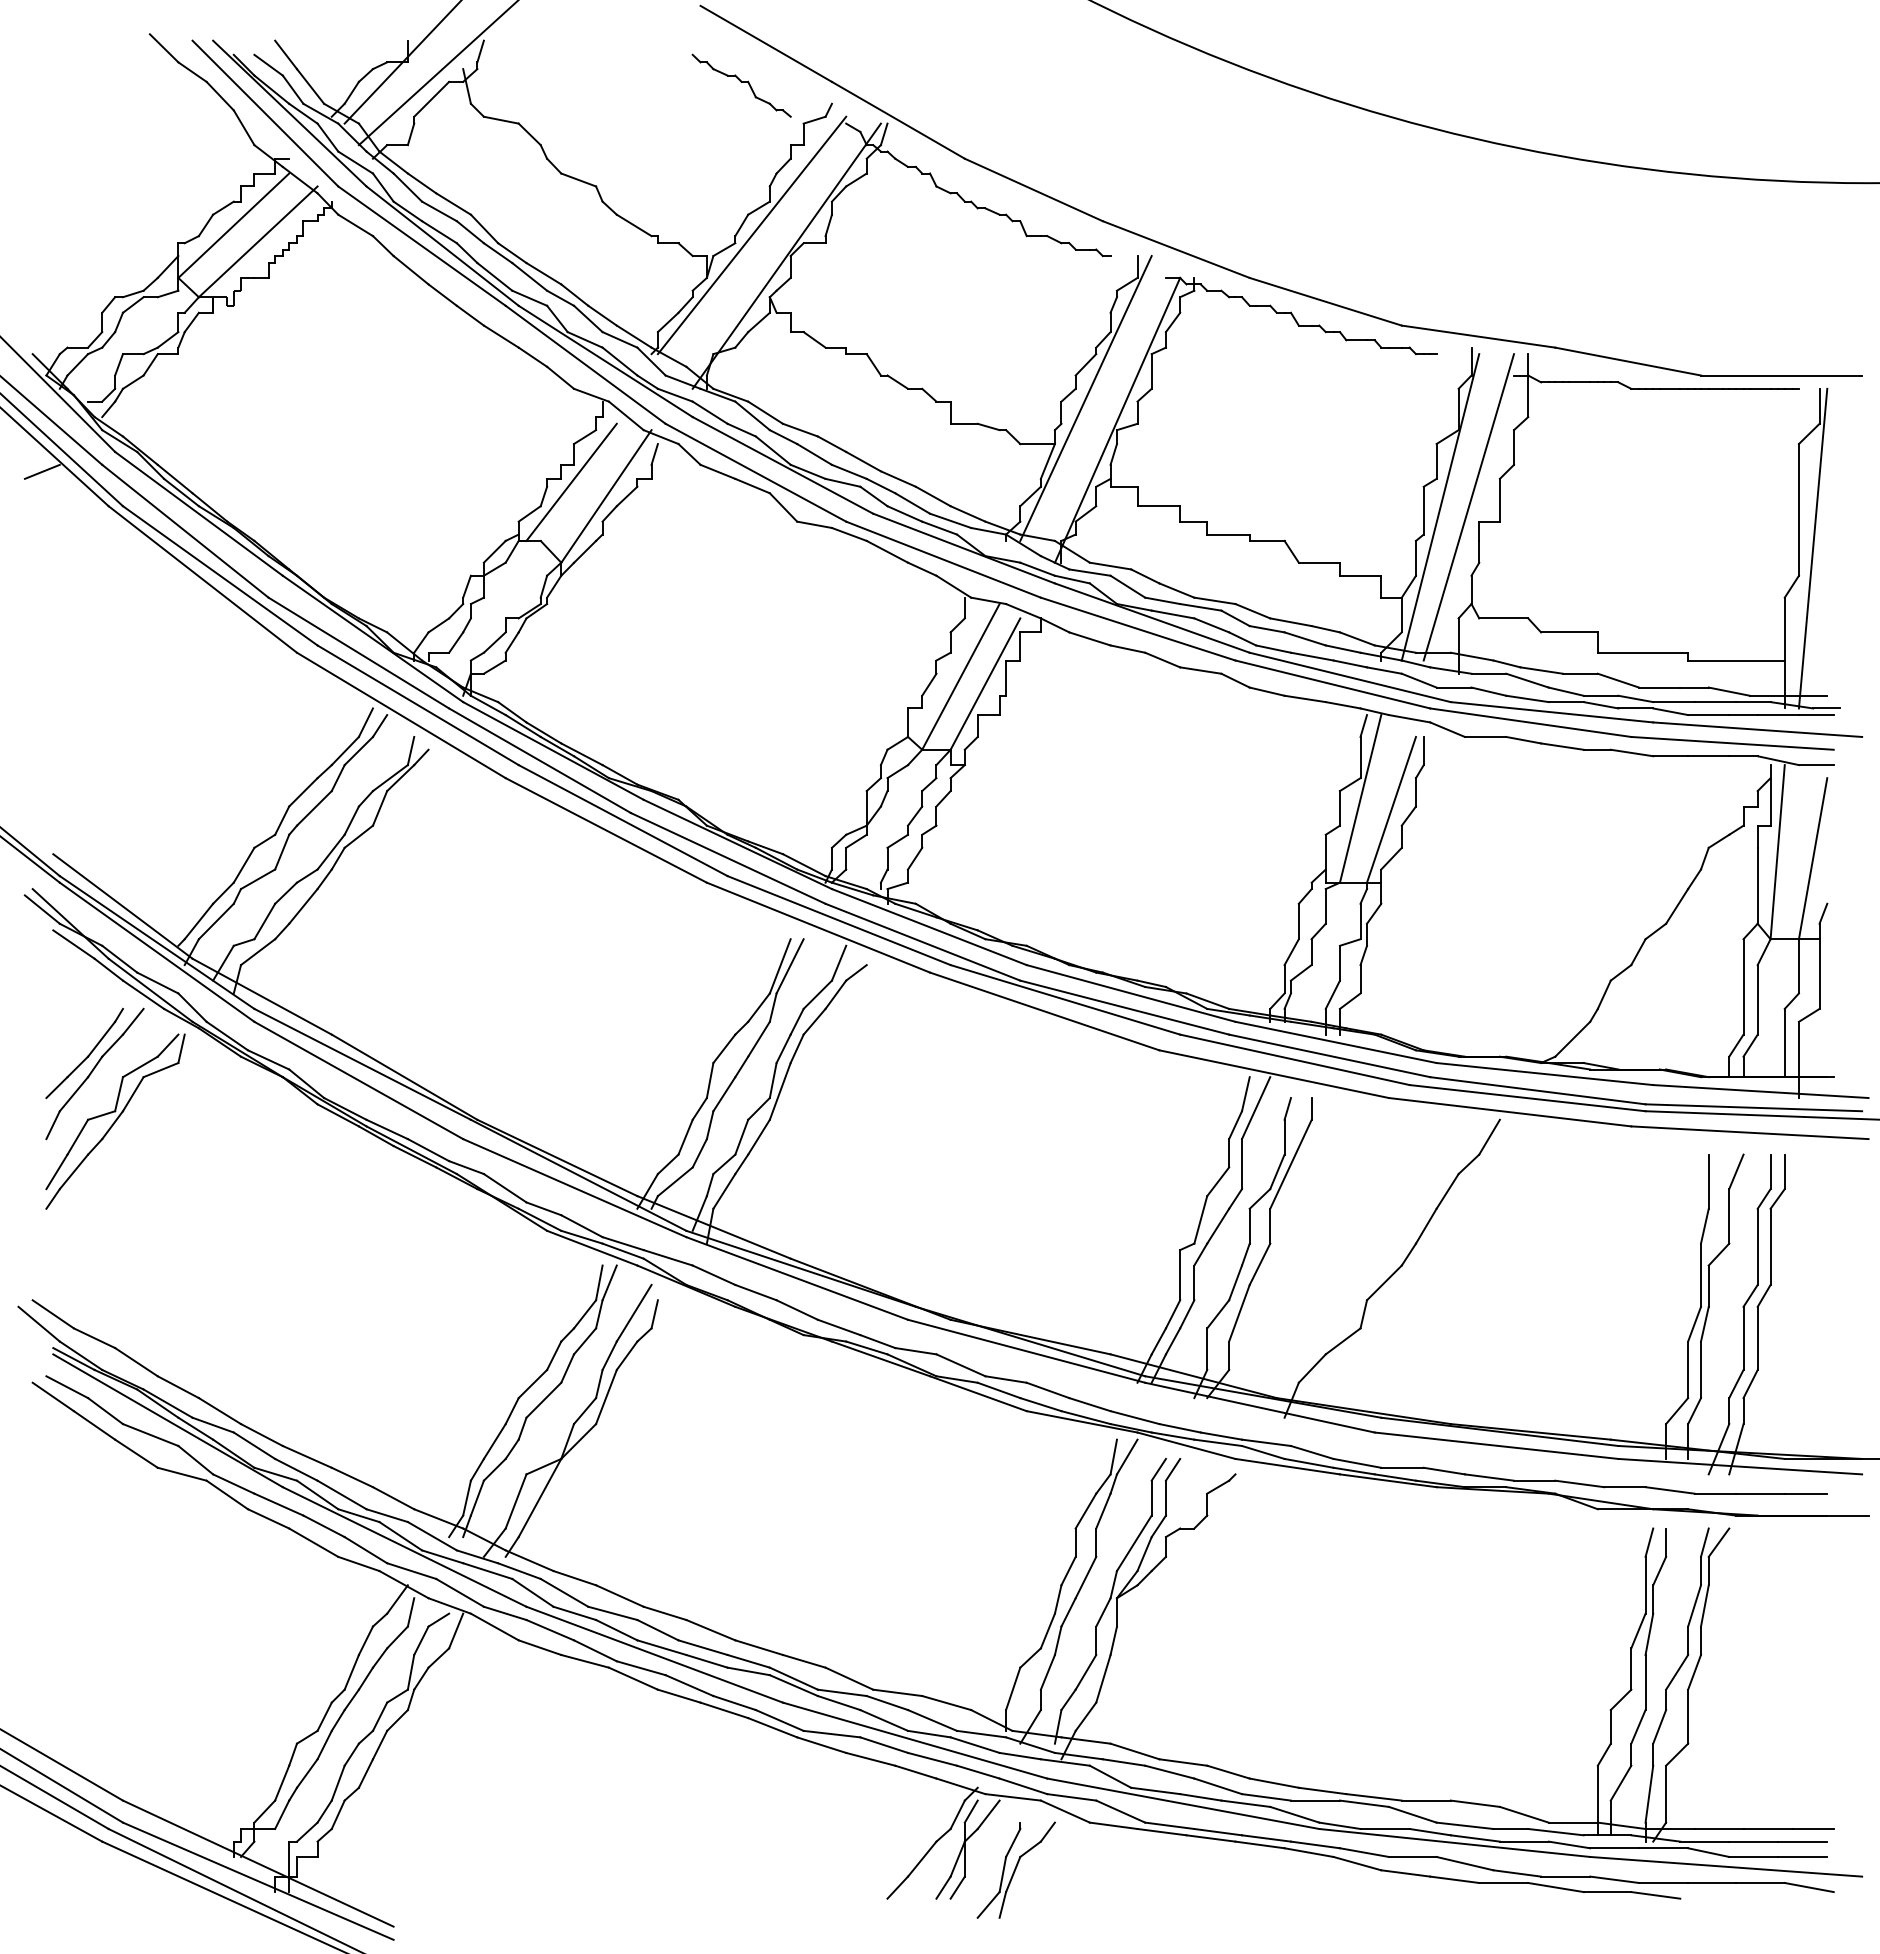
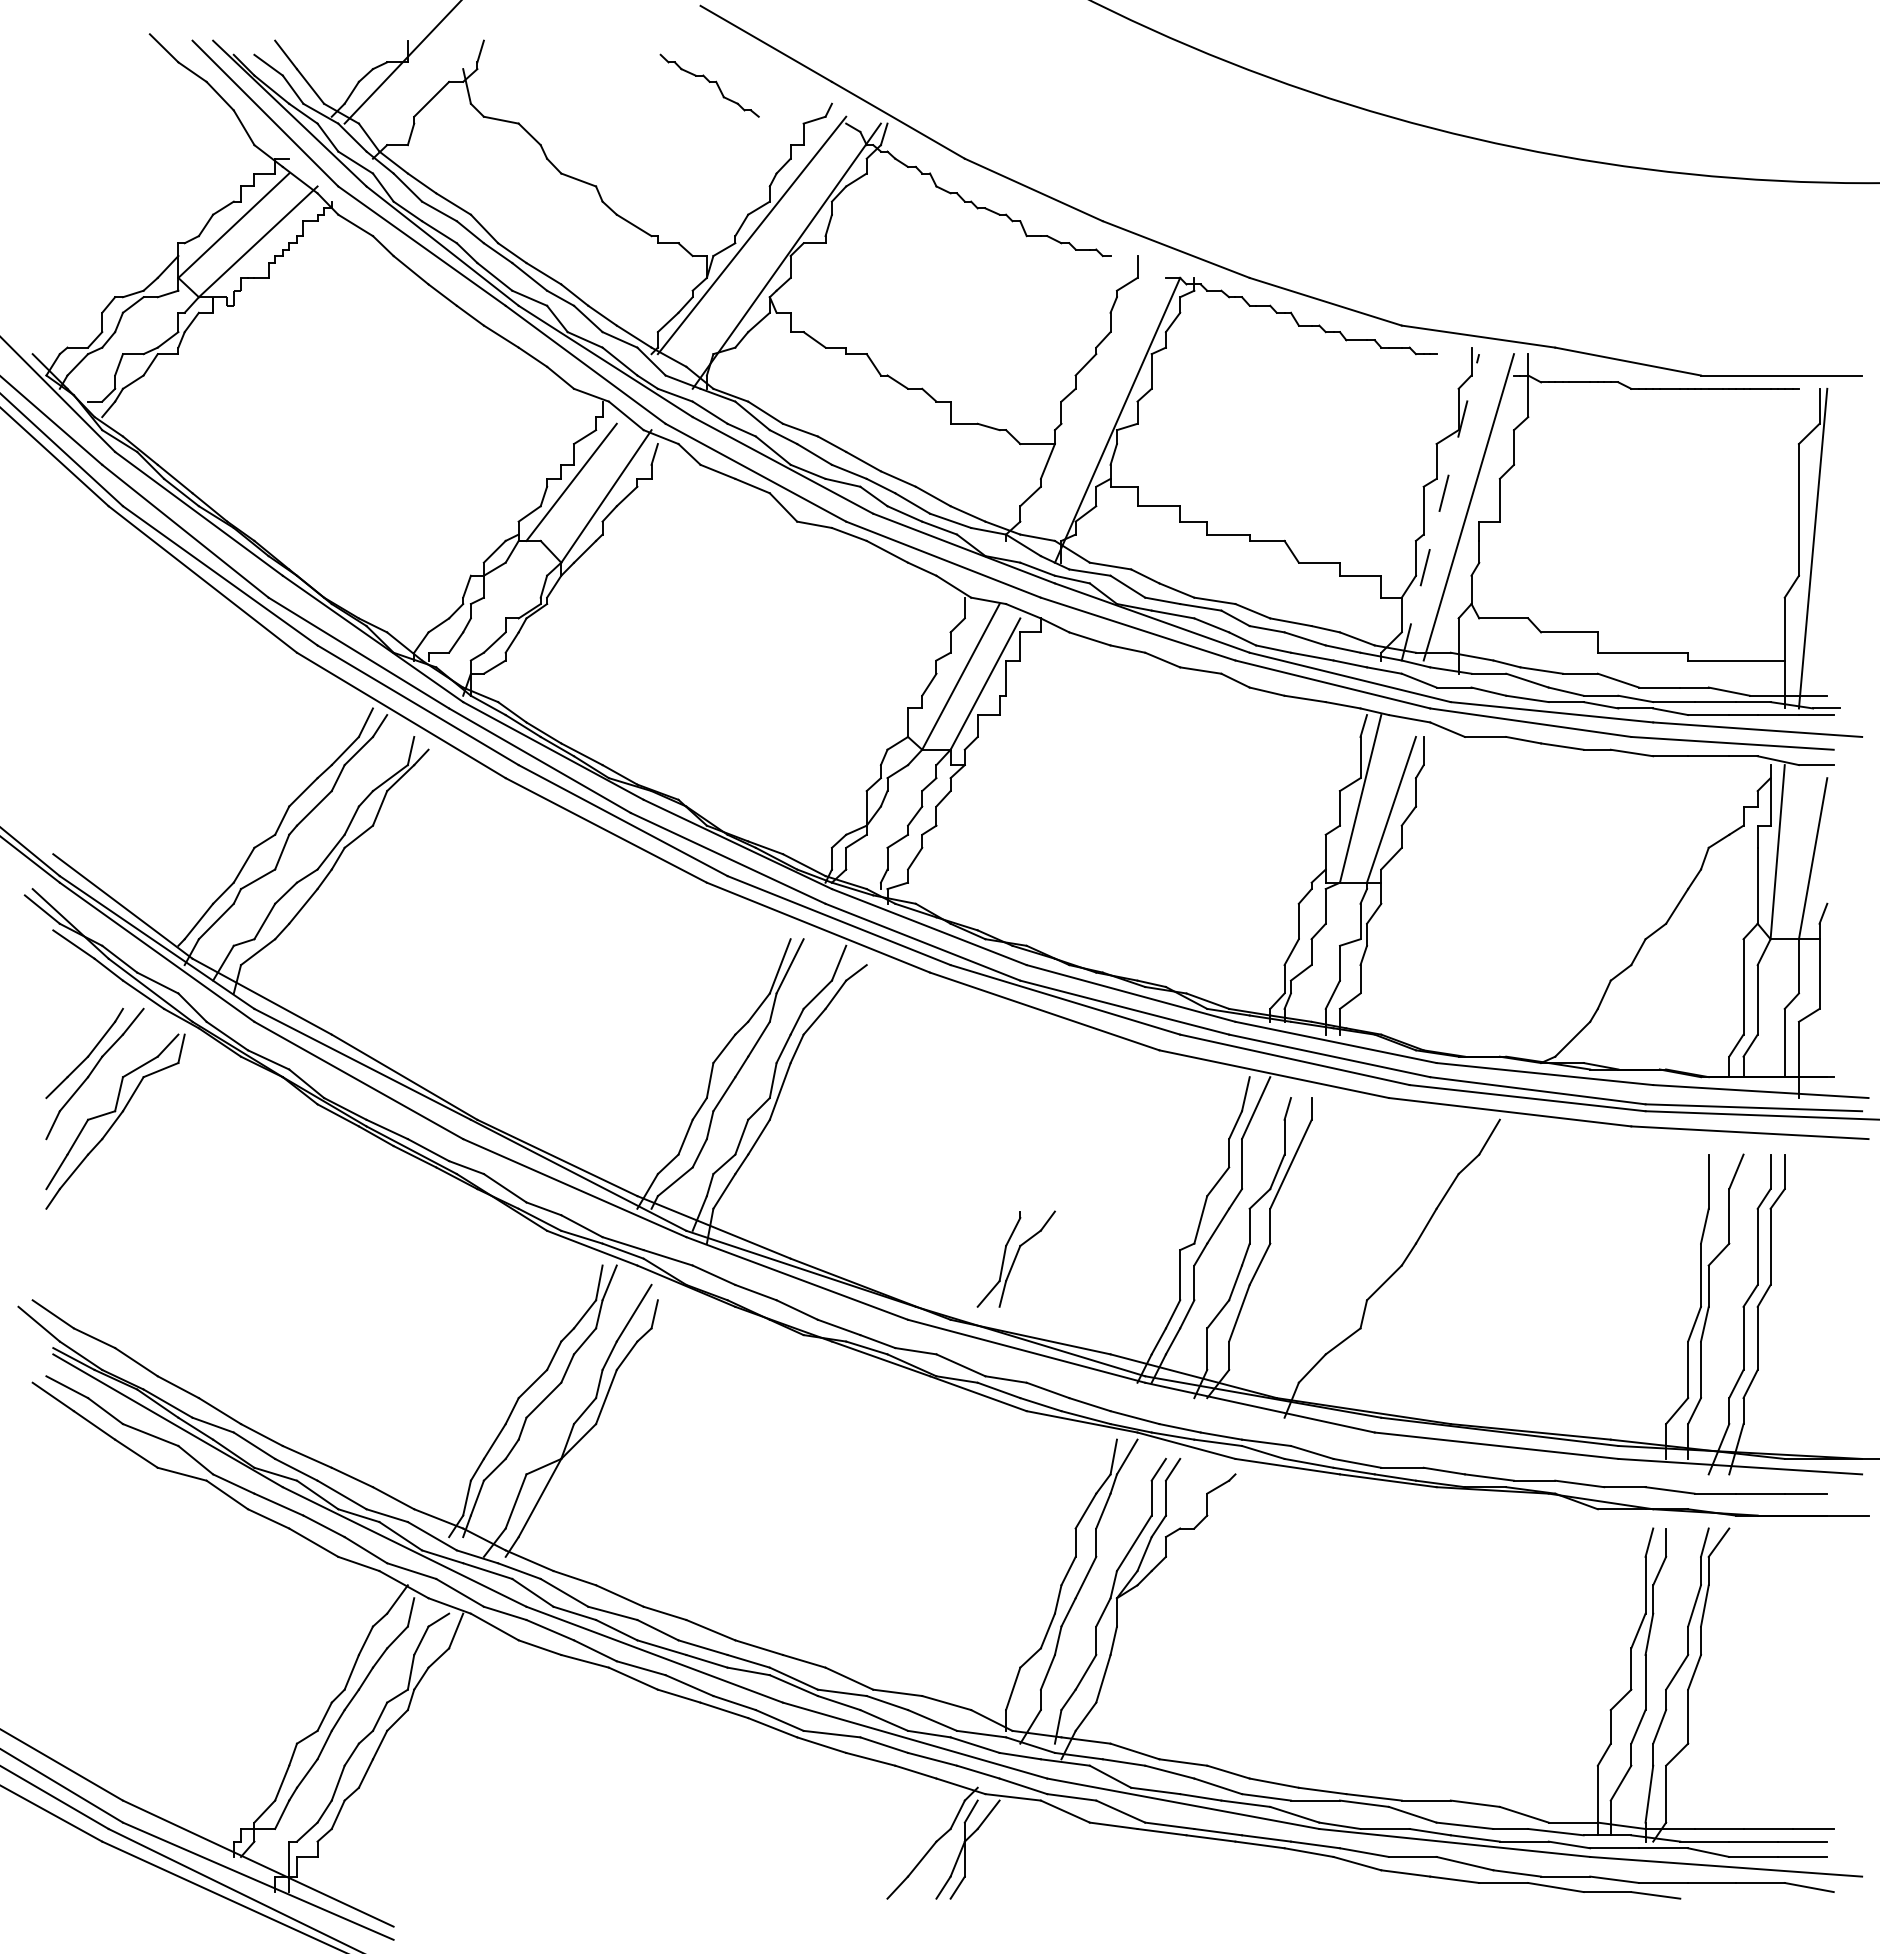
line at (437, 73): present -> none
part at (741, 85) position: (741, 85) -> (709, 85)
line at (1085, 398): present -> none
line at (41, 471): present -> none
line at (1440, 506): solid -> dashed
part at (1015, 1869) position: (1015, 1869) -> (1015, 1258)
